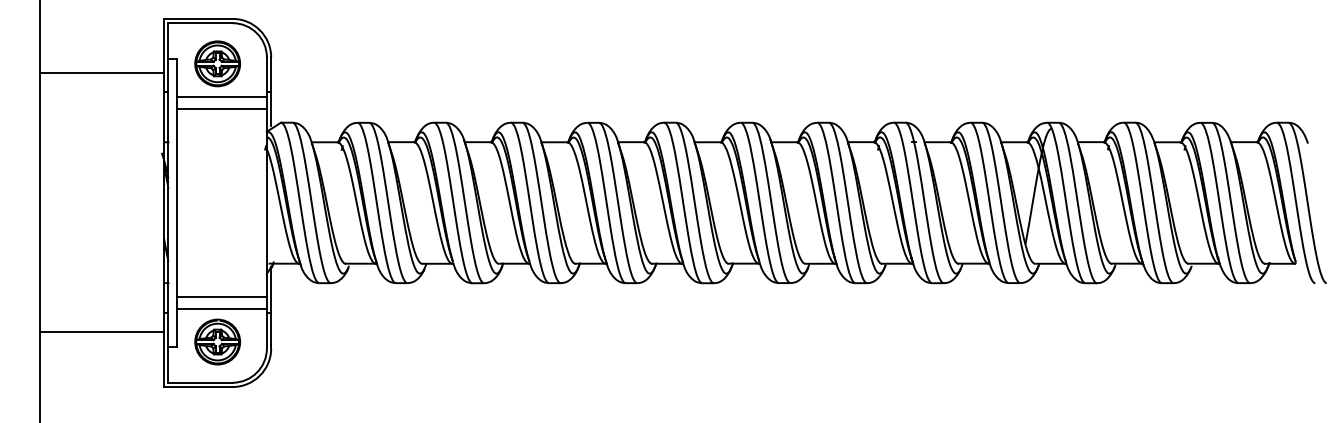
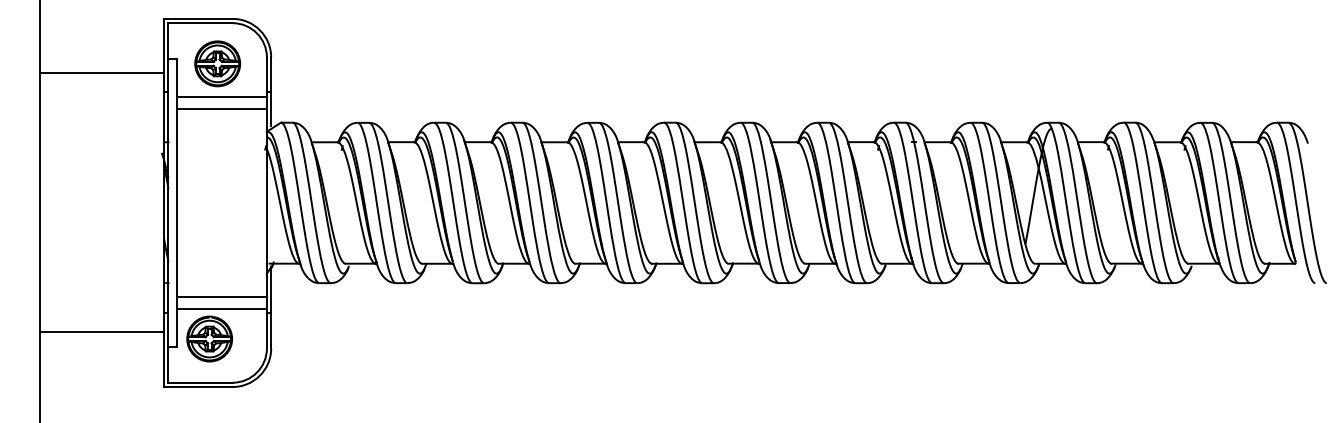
part at (217, 341) position: (217, 341) -> (209, 338)
